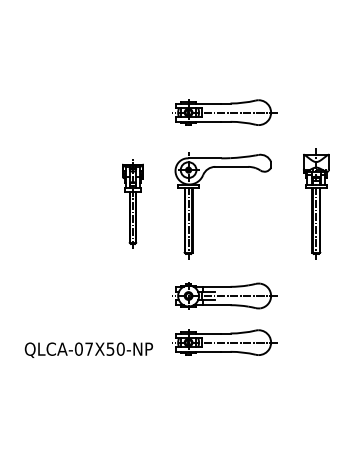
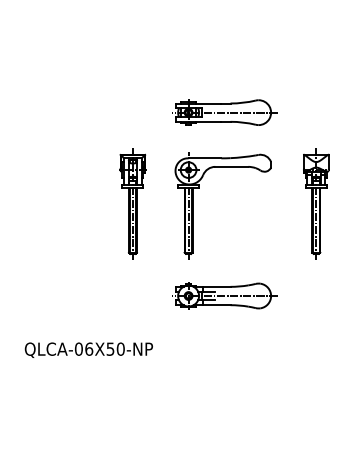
part at (132, 203) size: 22x90 px -> 28x112 px
part at (224, 342): present -> none
text at (89, 348): QLCA-07X50-NP -> QLCA-06X50-NP
